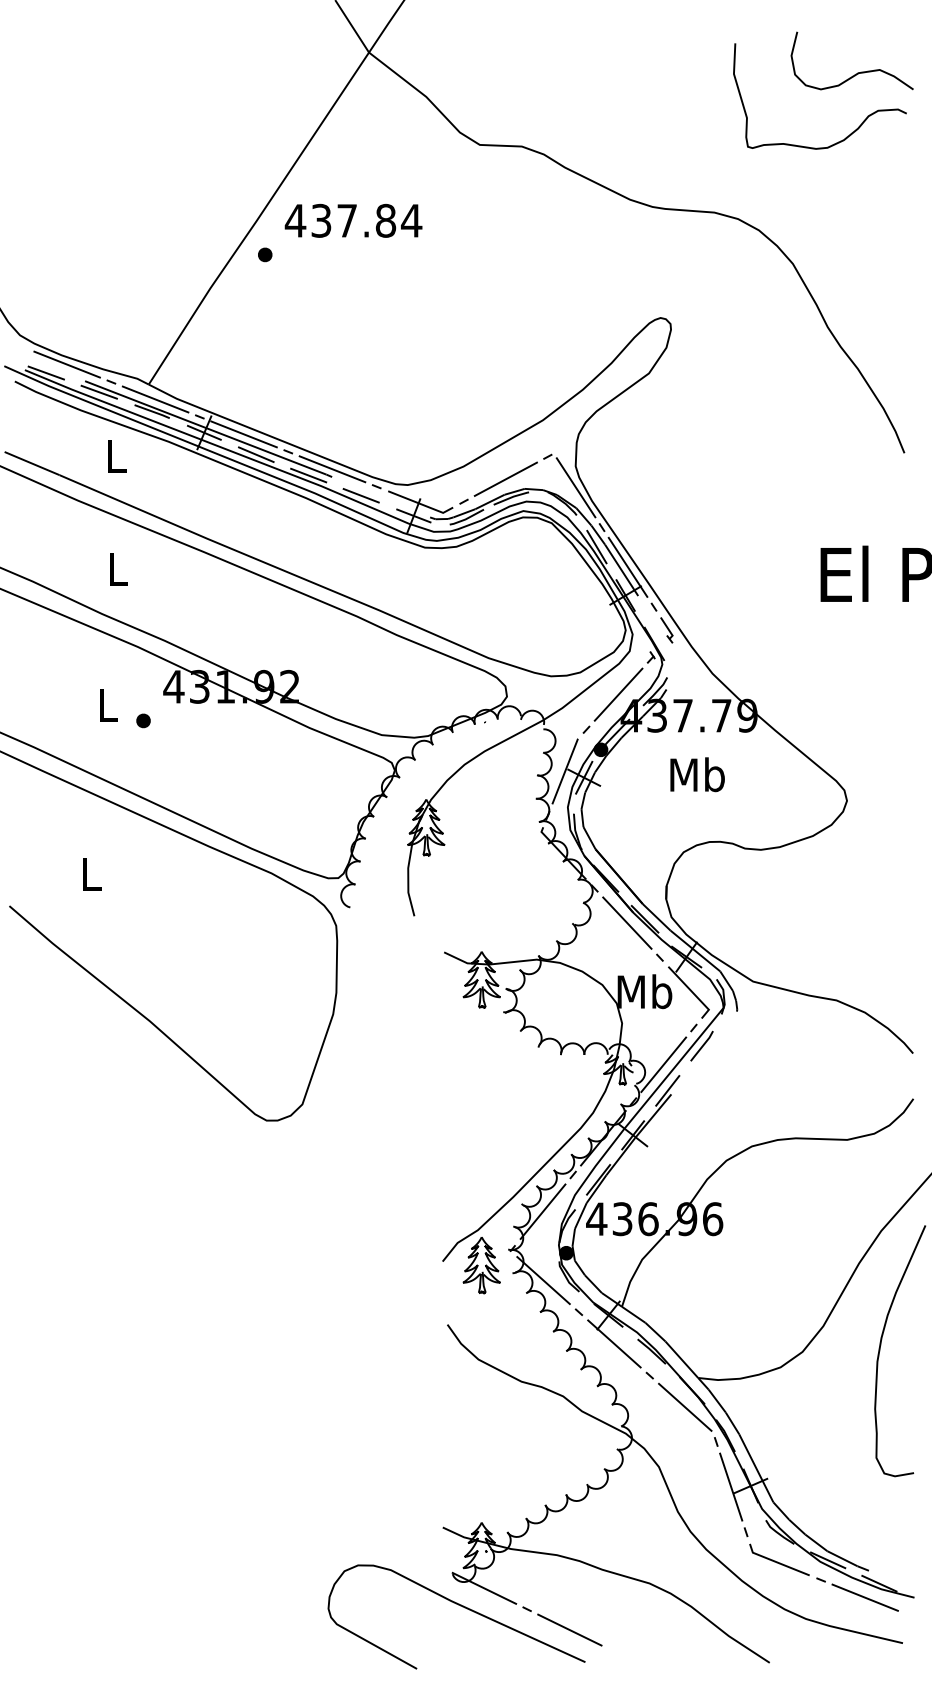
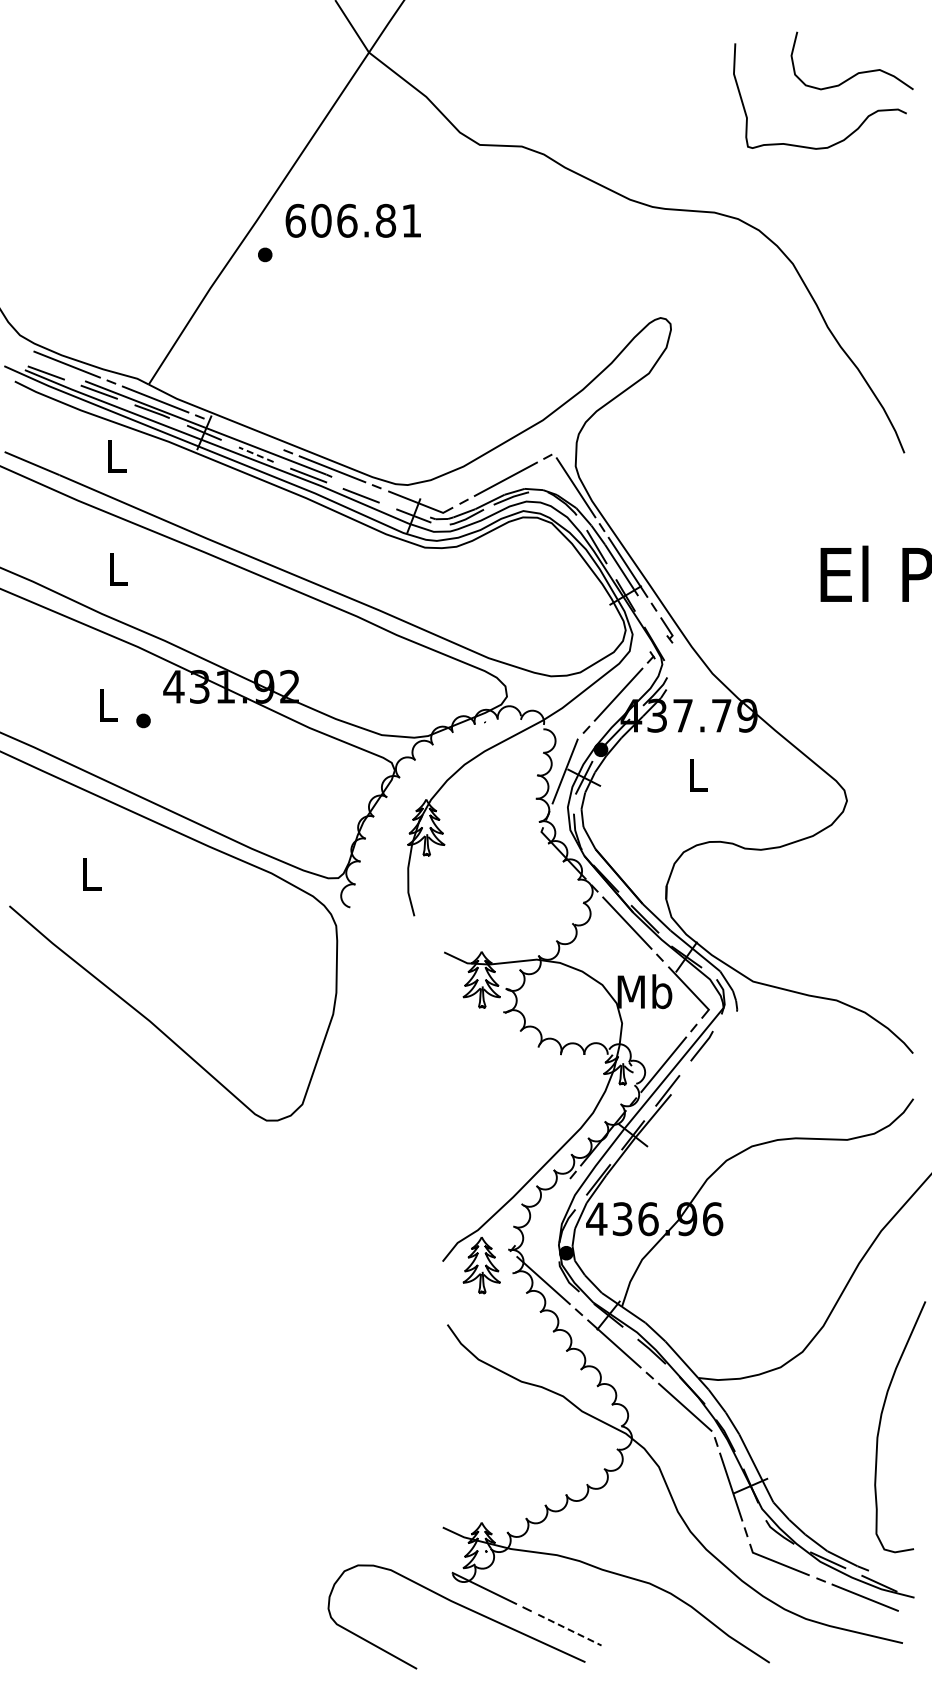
text at (353, 220): 437.84 -> 606.81
line at (243, 434): present -> none
line at (256, 454): solid -> dashed
text at (697, 774): Mb -> L
line at (542, 1211): present -> none
curve at (881, 1345) position: (881, 1345) -> (881, 1421)
line at (570, 1630): solid -> dashed
